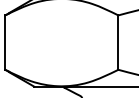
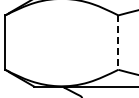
line at (118, 43): solid -> dashed
